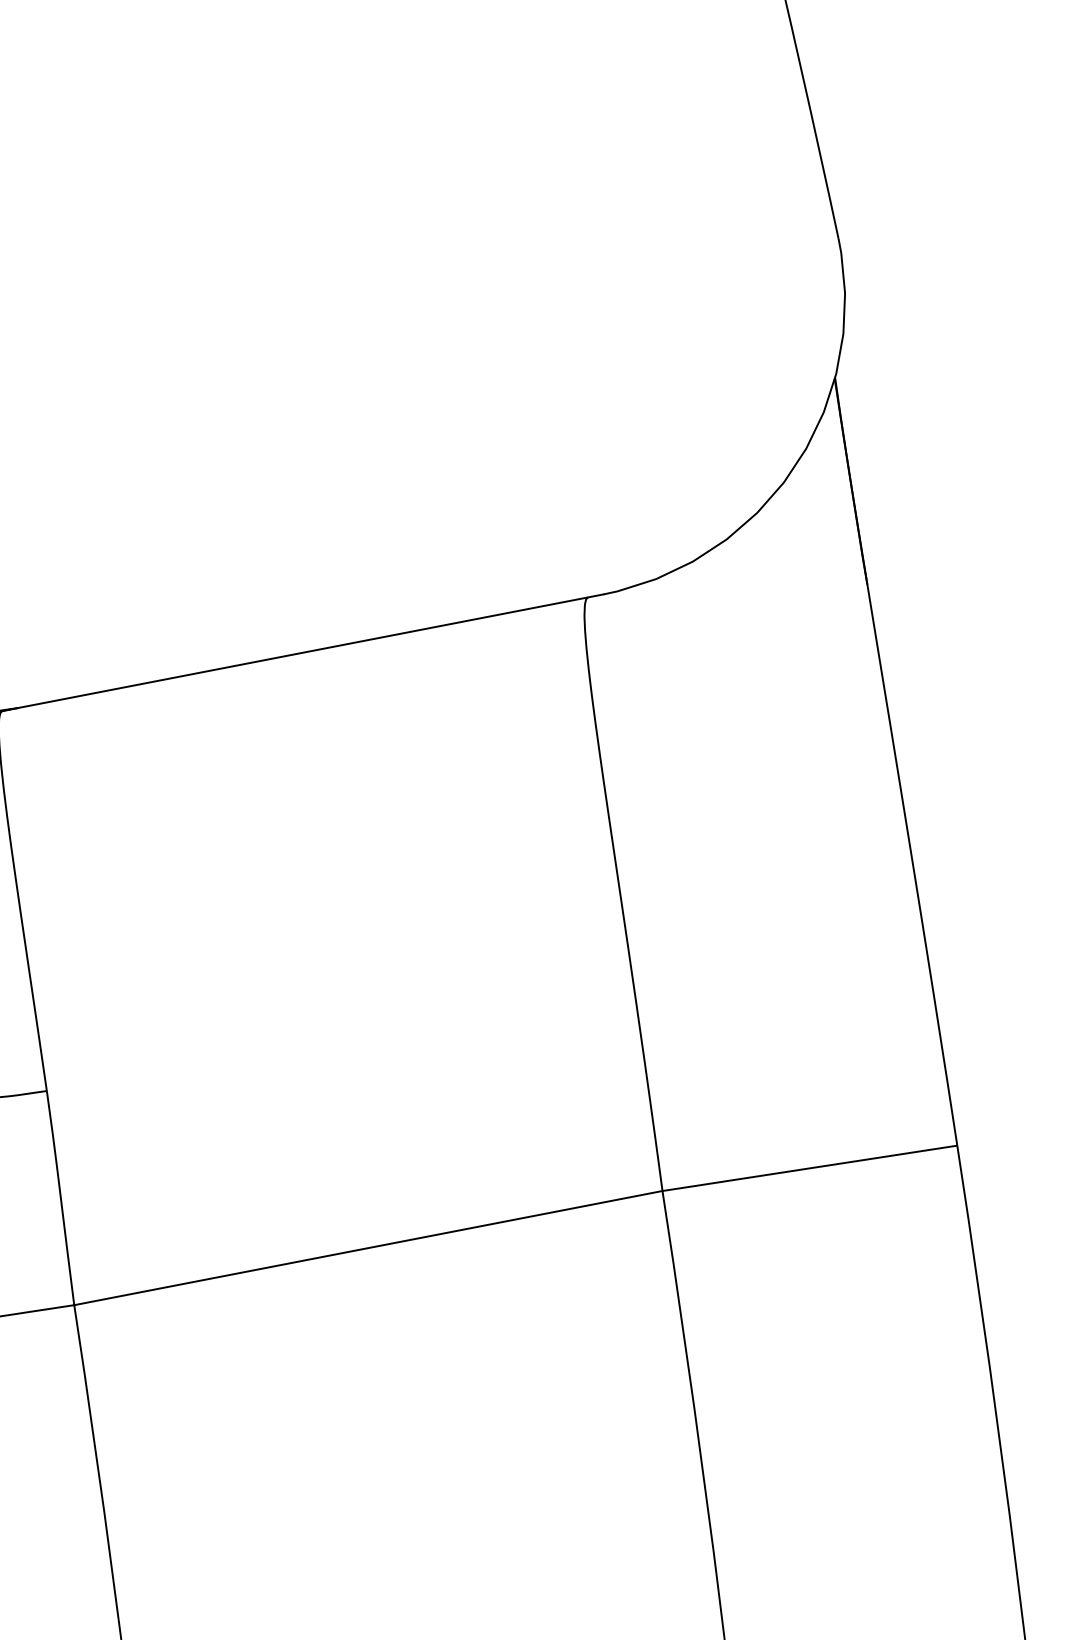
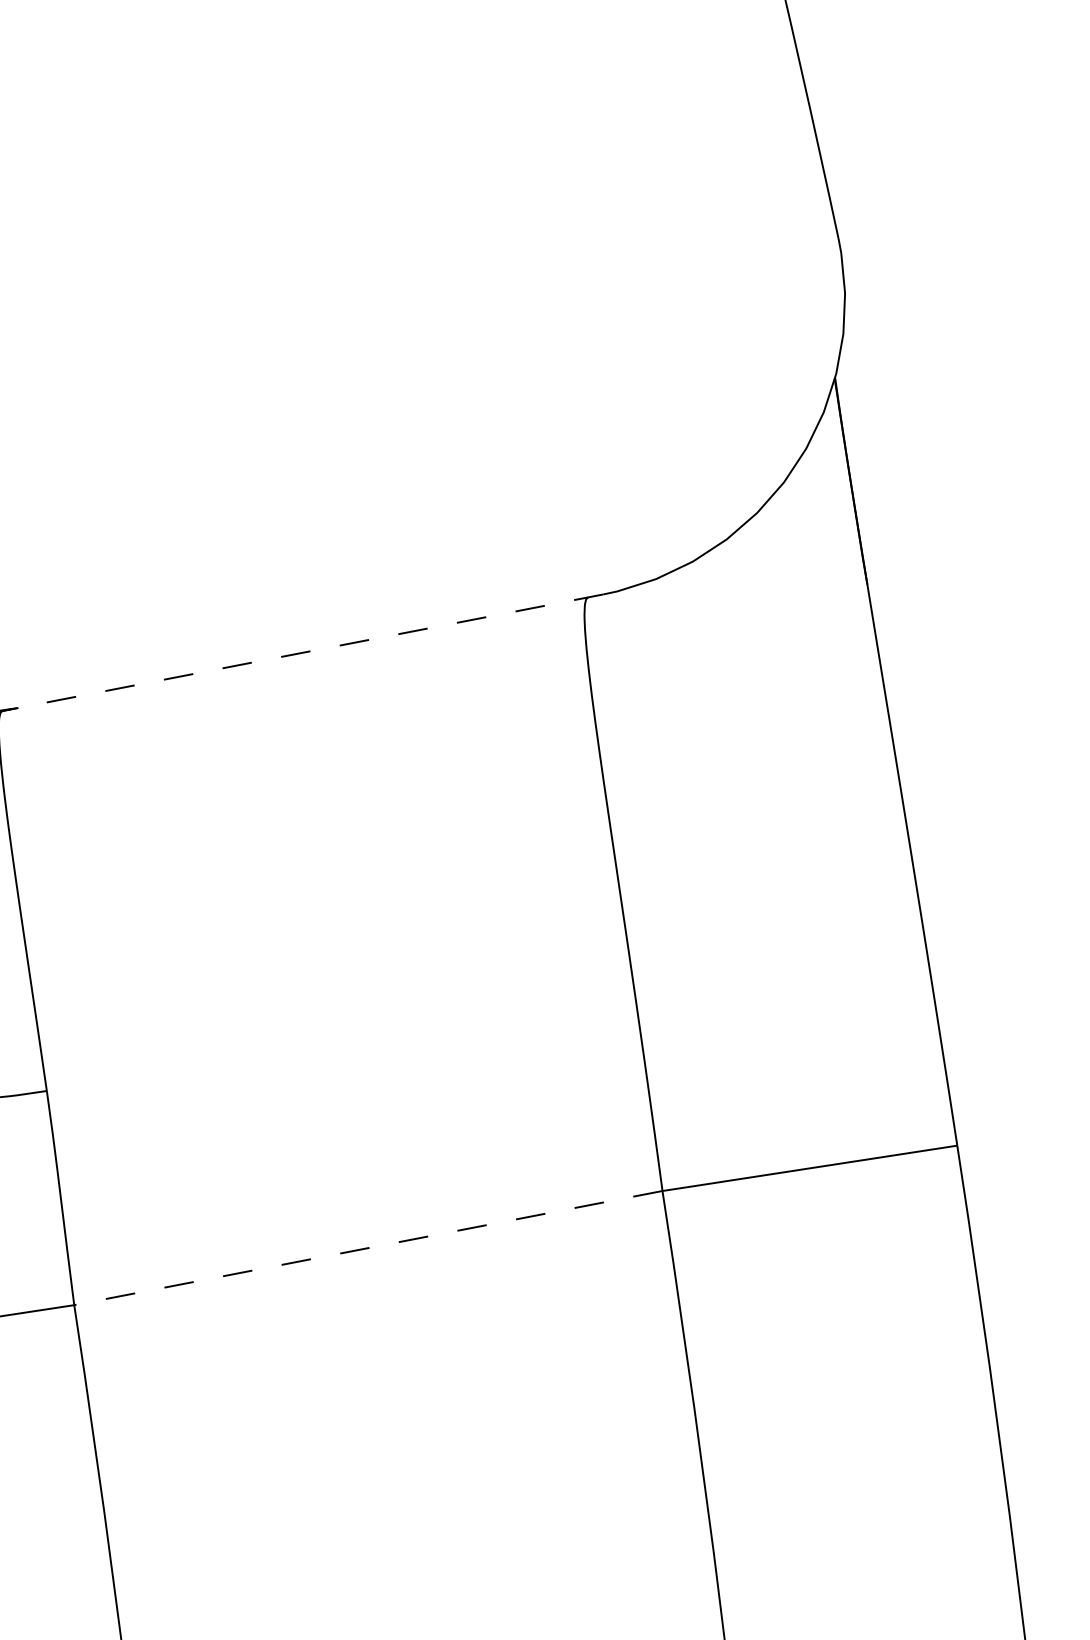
line at (309, 651): solid -> dashed
line at (368, 1248): solid -> dashed
